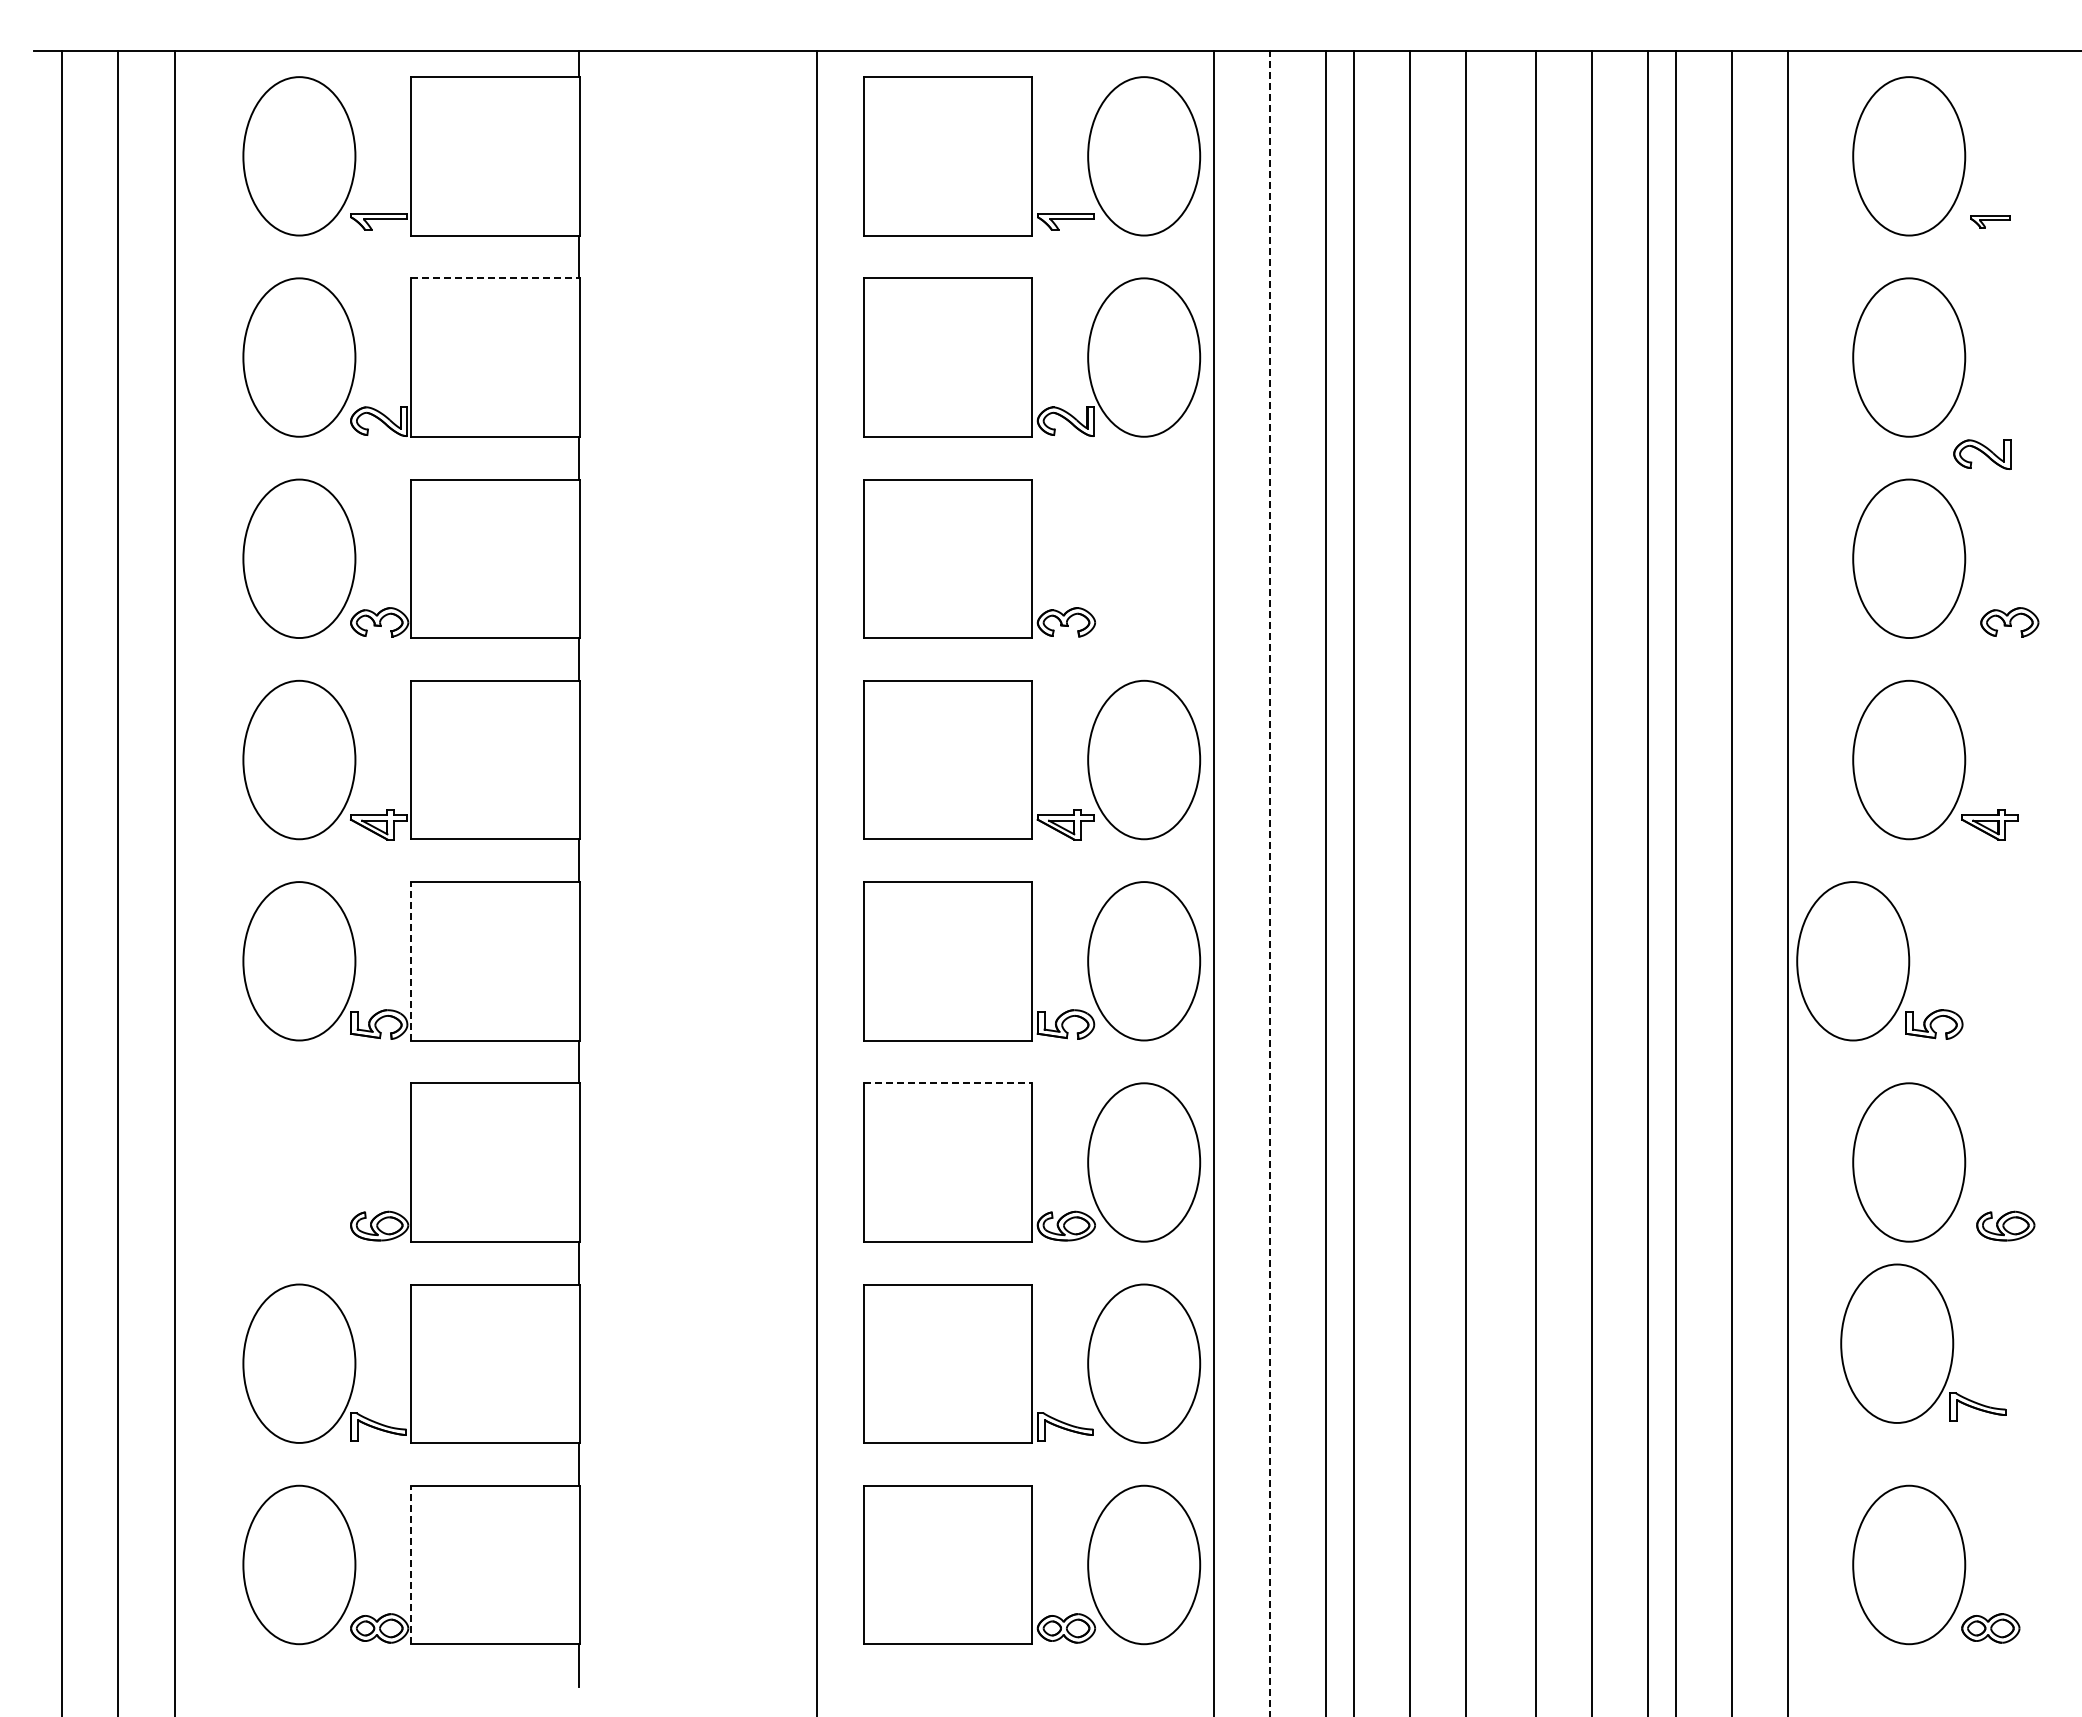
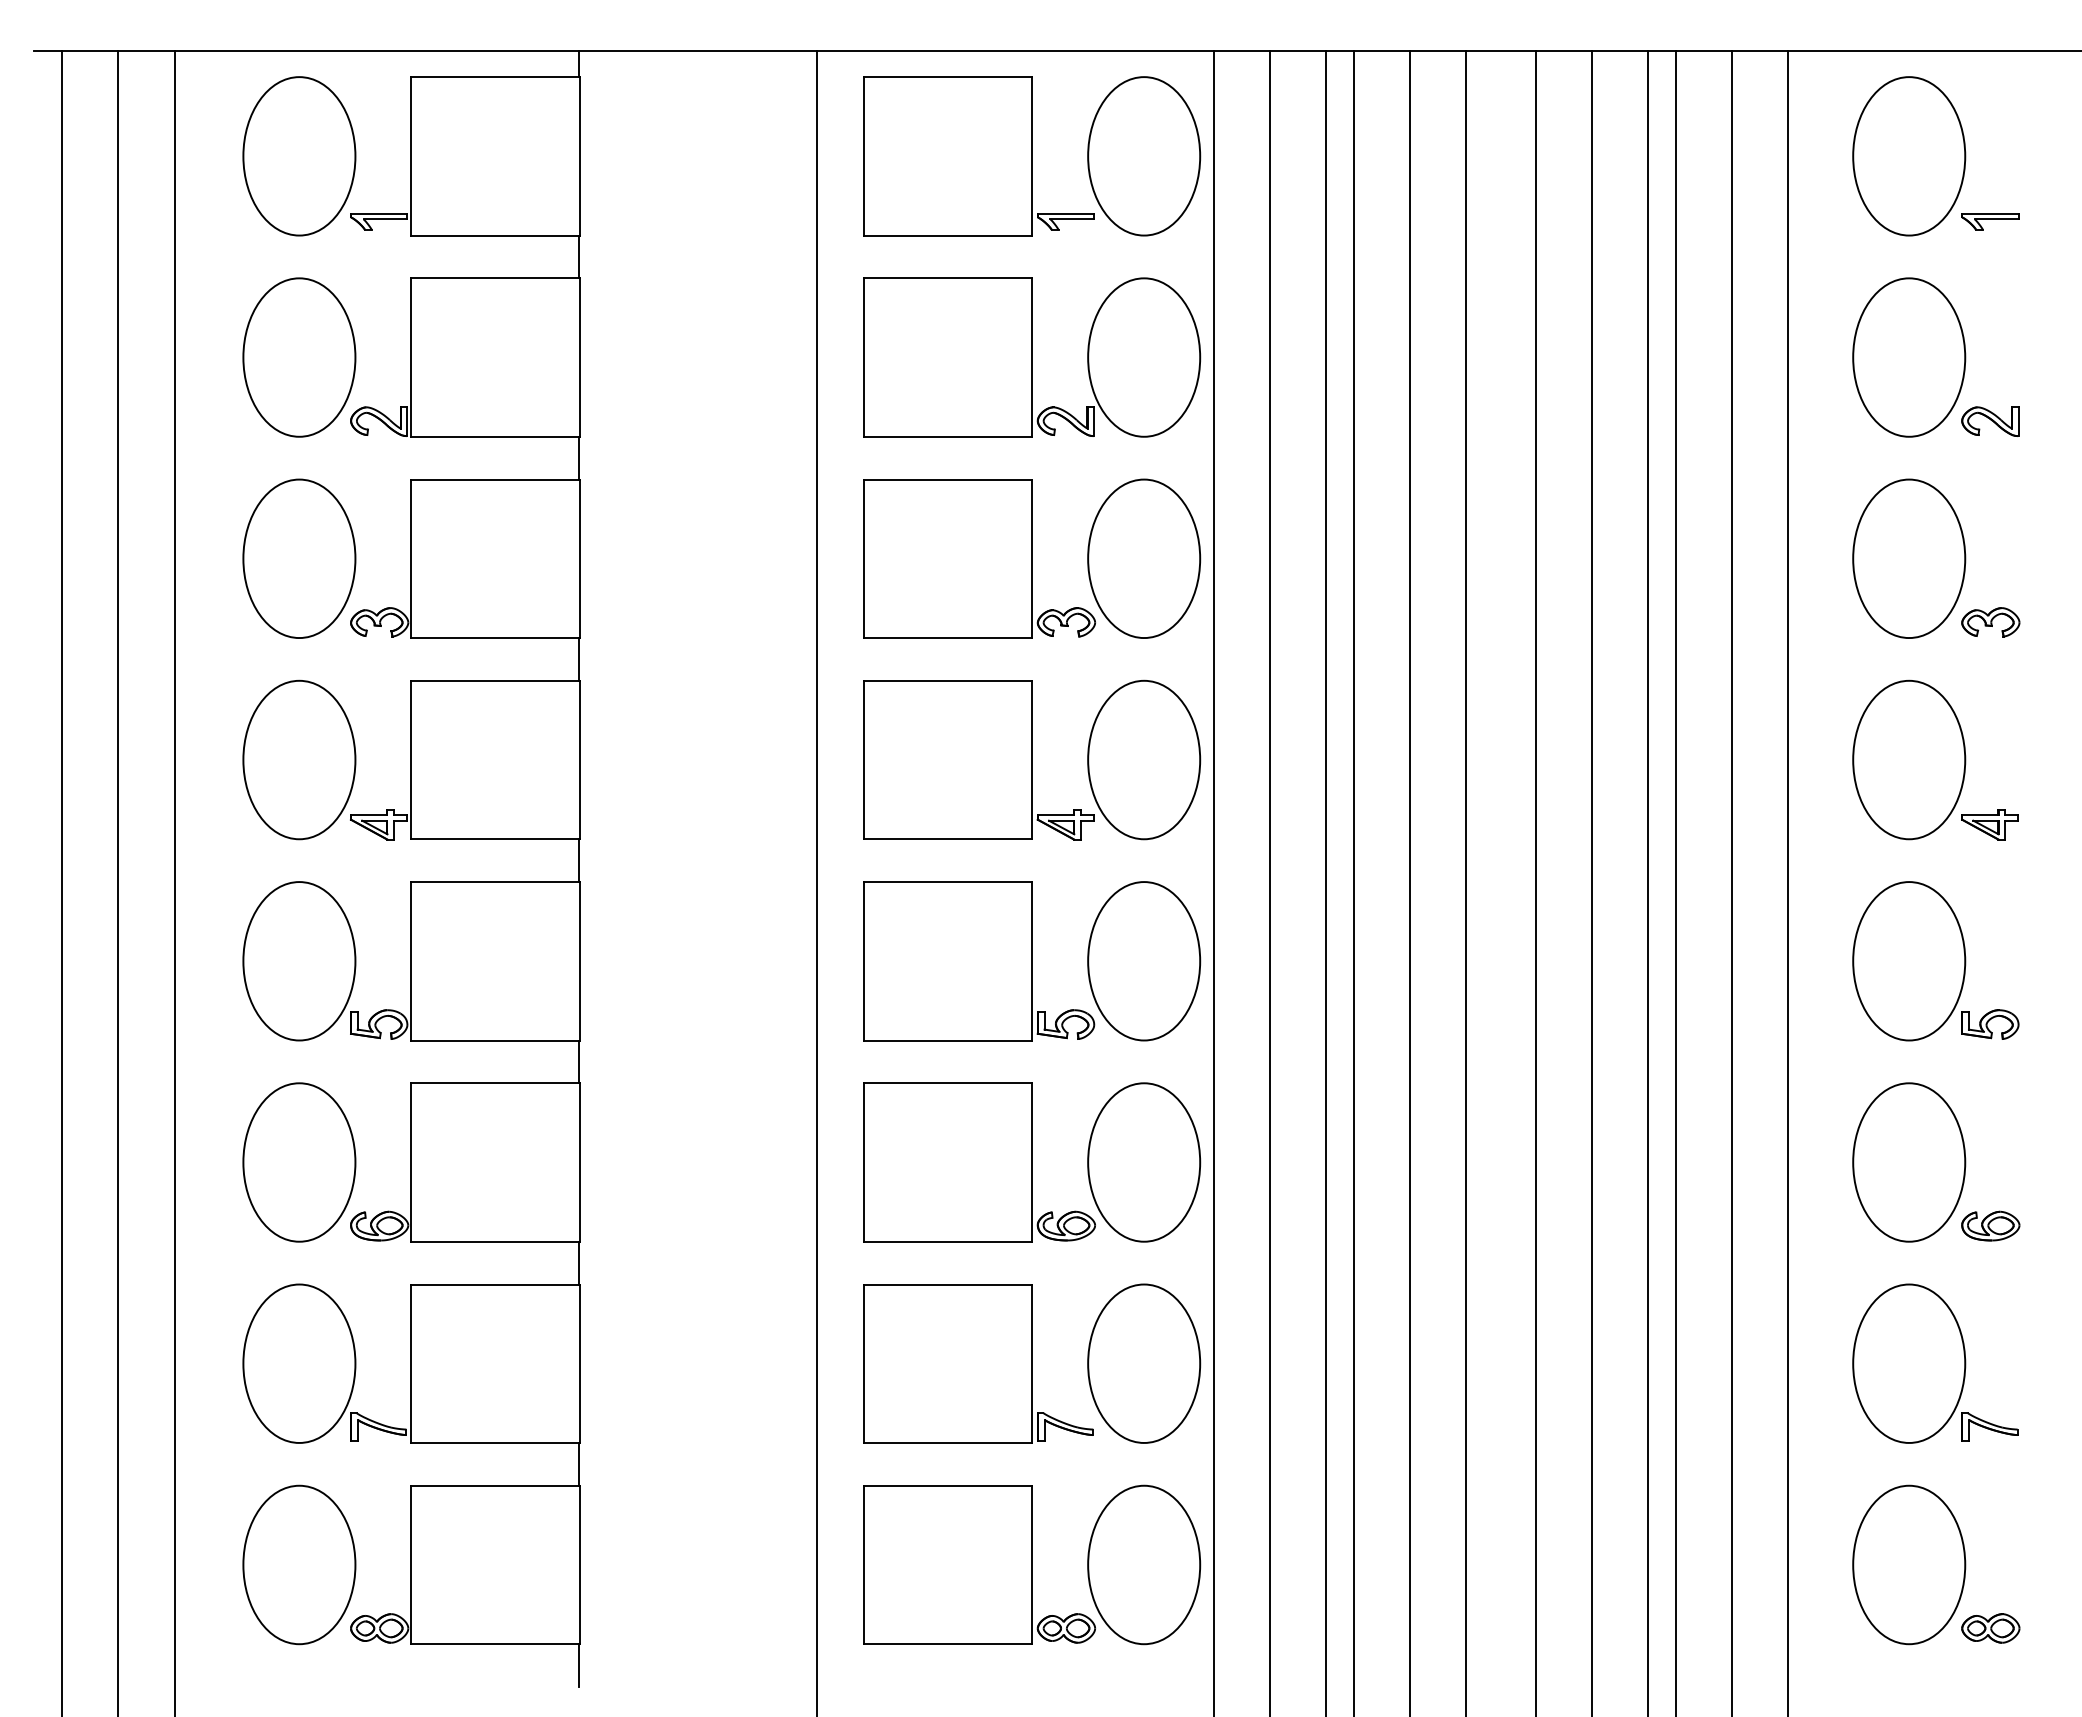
part at (1990, 221) size: 41x14 px -> 59x18 px
line at (495, 278): dashed -> solid
part at (1982, 454) position: (1982, 454) -> (1990, 421)
part at (1144, 558): none -> present
part at (2009, 622) position: (2009, 622) -> (1990, 622)
line at (1270, 883): dashed -> solid
line at (411, 960): dashed -> solid
part at (1879, 961) position: (1879, 961) -> (1935, 961)
line at (948, 1083): dashed -> solid
part at (299, 1162): none -> present
part at (2005, 1225) position: (2005, 1225) -> (1990, 1225)
part at (1923, 1343) position: (1923, 1343) -> (1935, 1363)
line at (411, 1564): dashed -> solid
